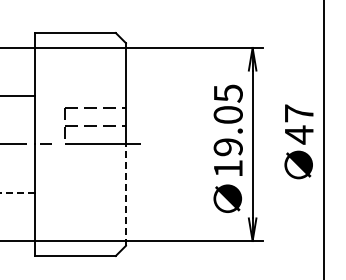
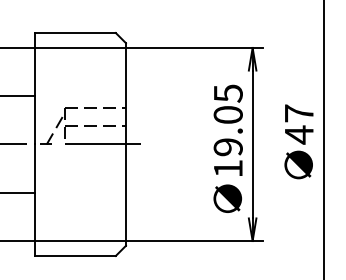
line at (55, 128): none -> present
line at (17, 192): dashed -> solid
line at (125, 195): dashed -> solid
